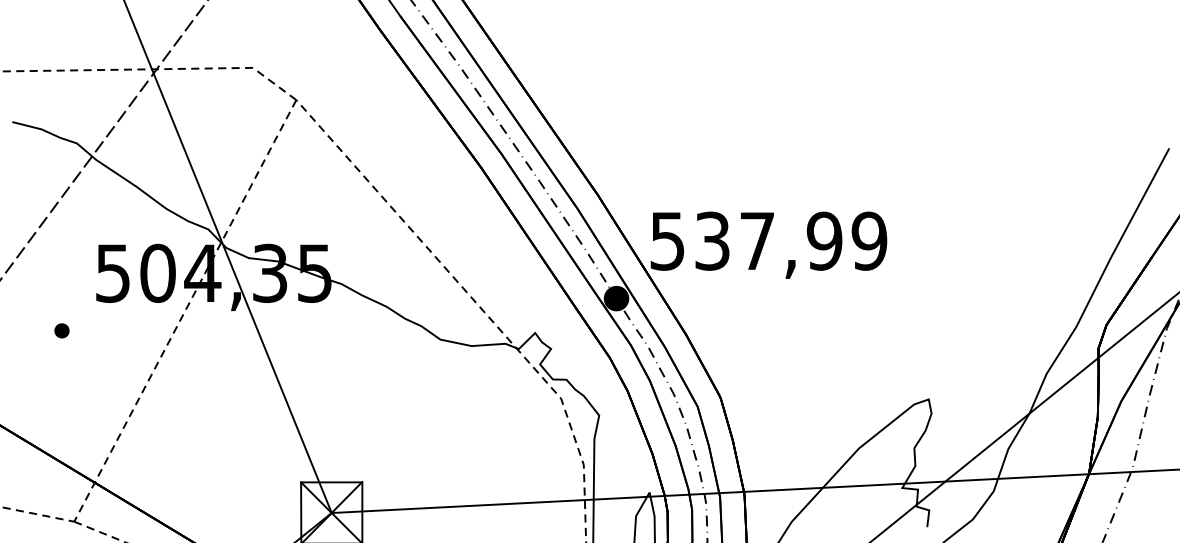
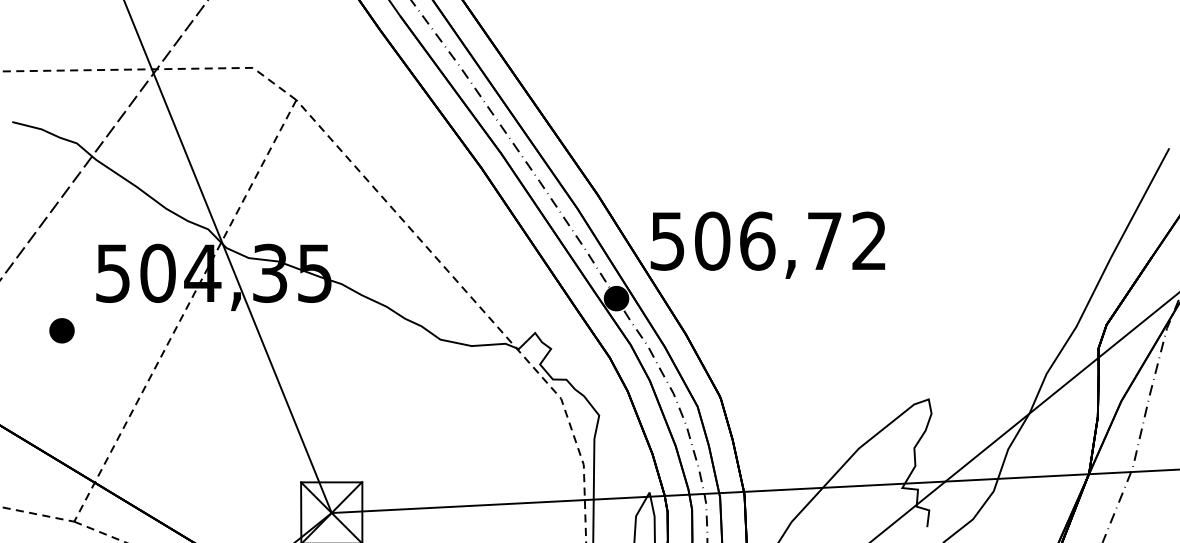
text at (791, 240): 537,99 -> 506,72
part at (61, 330) size: 16x16 px -> 26x26 px
